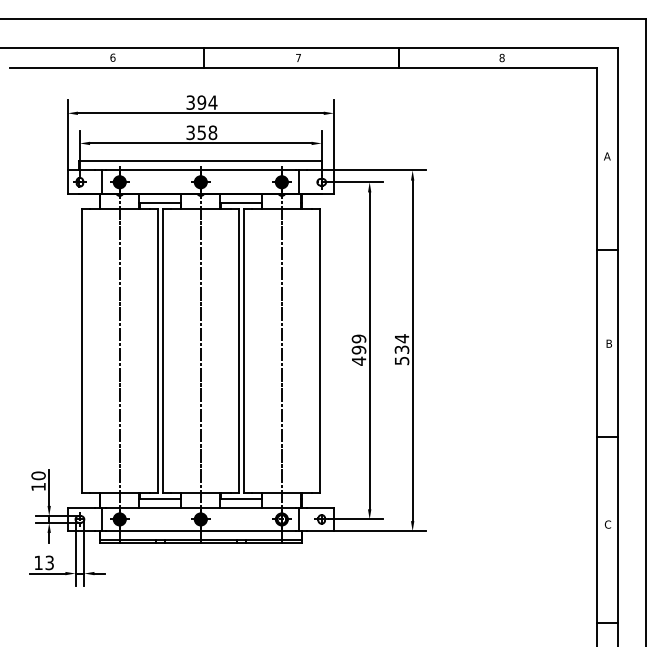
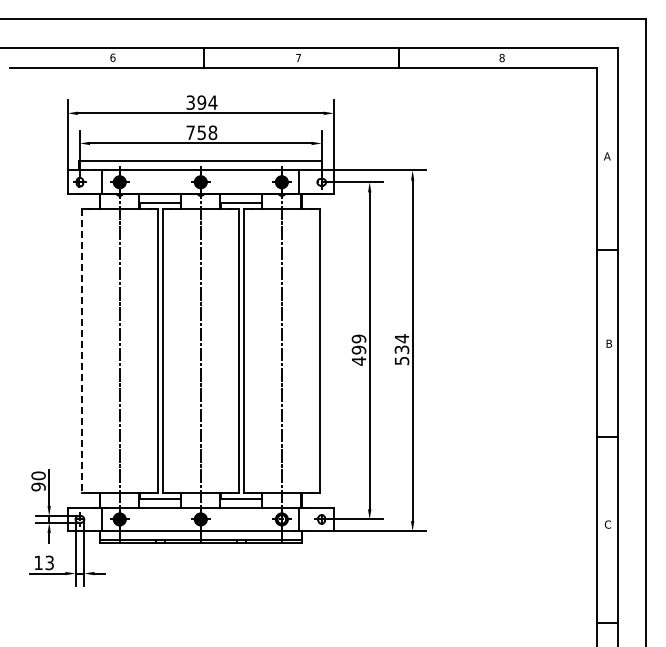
text at (190, 132): 358 -> 758
line at (81, 350): solid -> dashed
text at (38, 486): 10 -> 90
